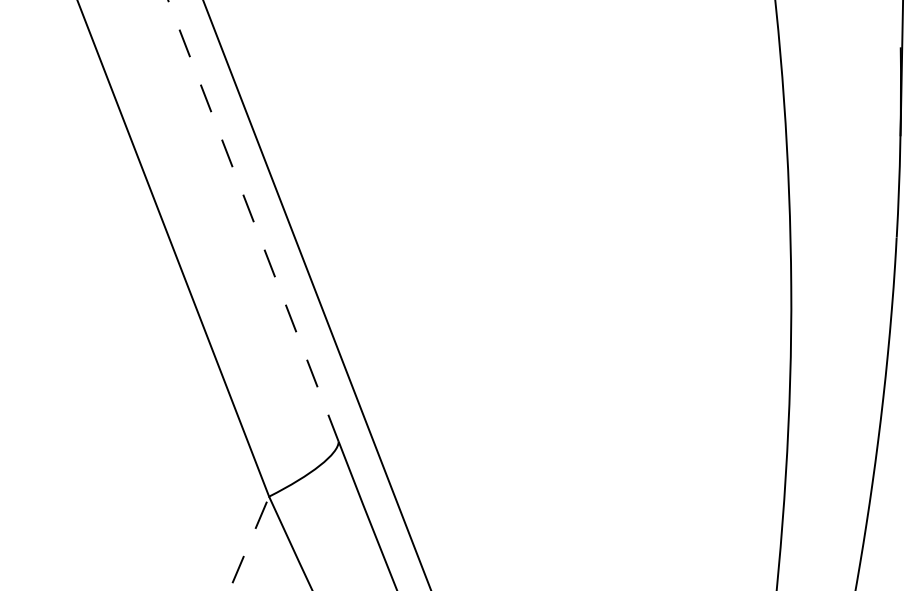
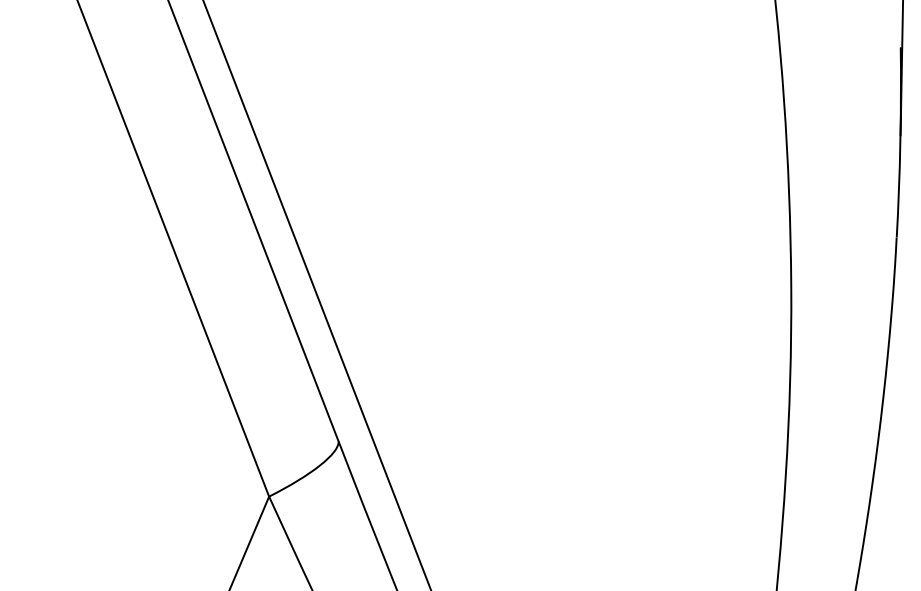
line at (253, 221): dashed -> solid
line at (249, 543): dashed -> solid
